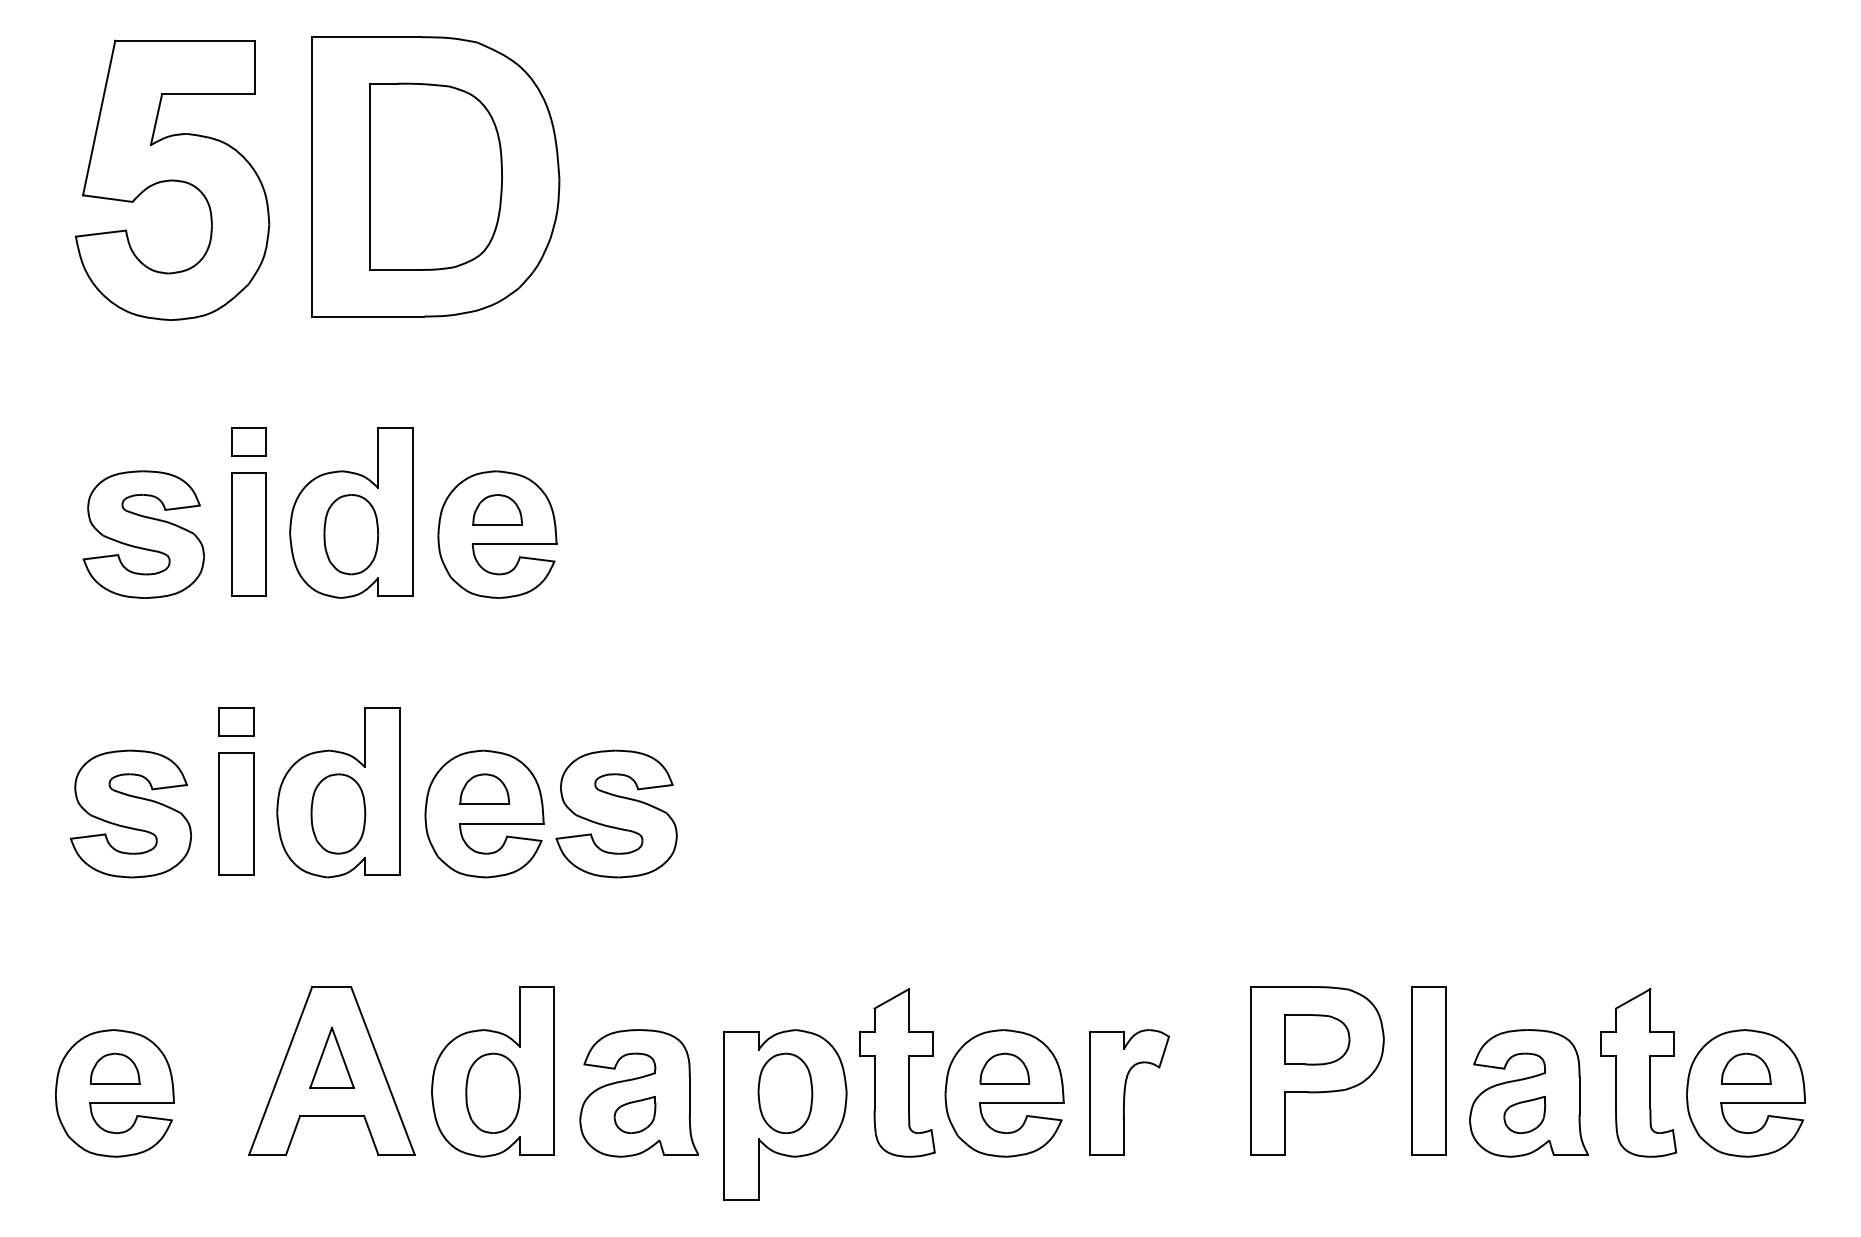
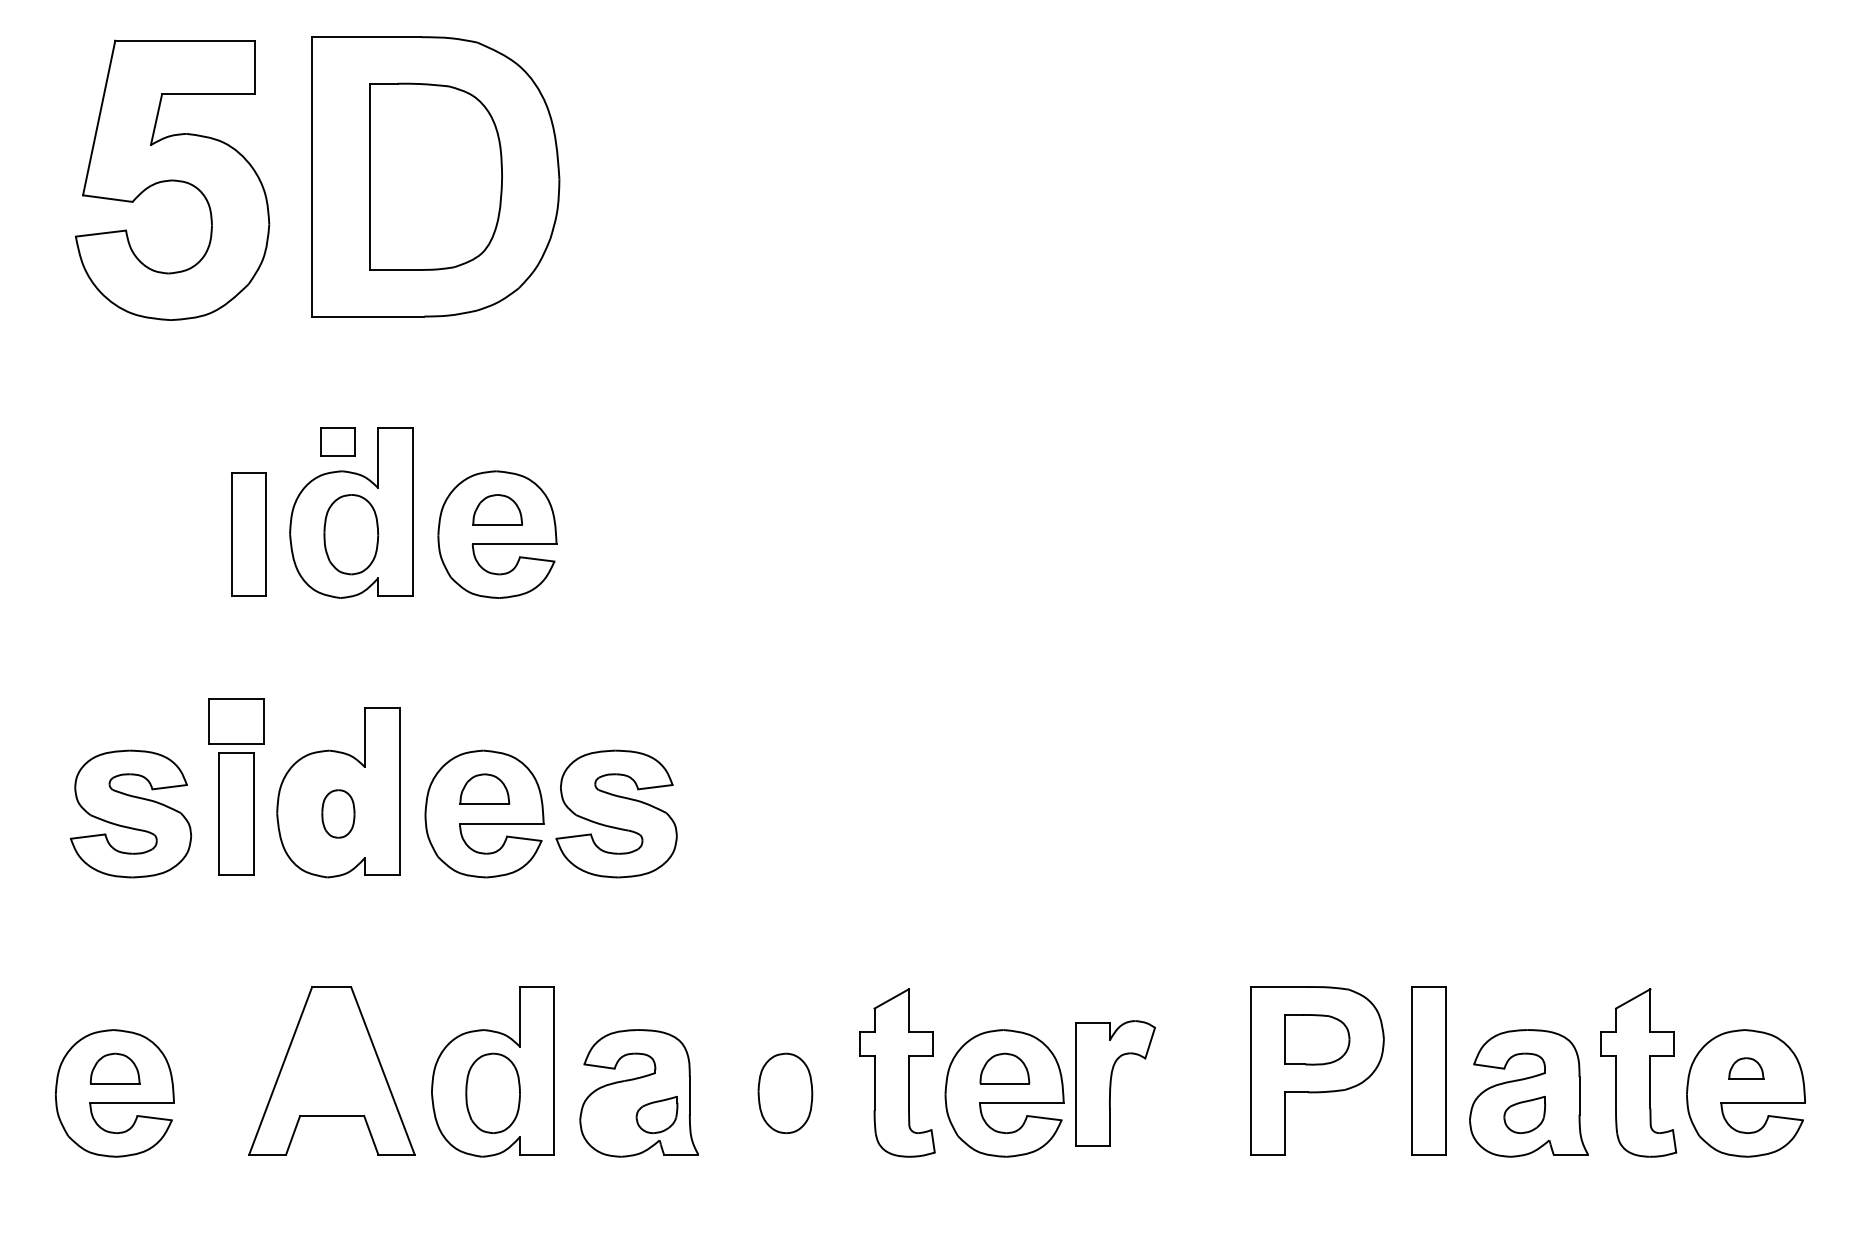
part at (248, 441) position: (248, 441) -> (337, 441)
part at (143, 534): present -> none
part at (236, 721) size: 37x30 px -> 57x47 px
part at (338, 813) size: 57x82 px -> 35x50 px
part at (331, 1057): present -> none
part at (1746, 1068) size: 51x33 px -> 37x23 px
part at (1129, 1092) position: (1129, 1092) -> (1115, 1083)
part at (785, 1114): present -> none
part at (634, 1115) position: (634, 1115) -> (656, 1115)
